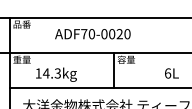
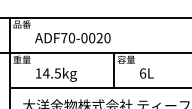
text at (92, 34) position: (92, 34) -> (72, 38)
text at (57, 72): 14.3kg -> 14.5kg
text at (171, 73) position: (171, 73) -> (146, 73)
